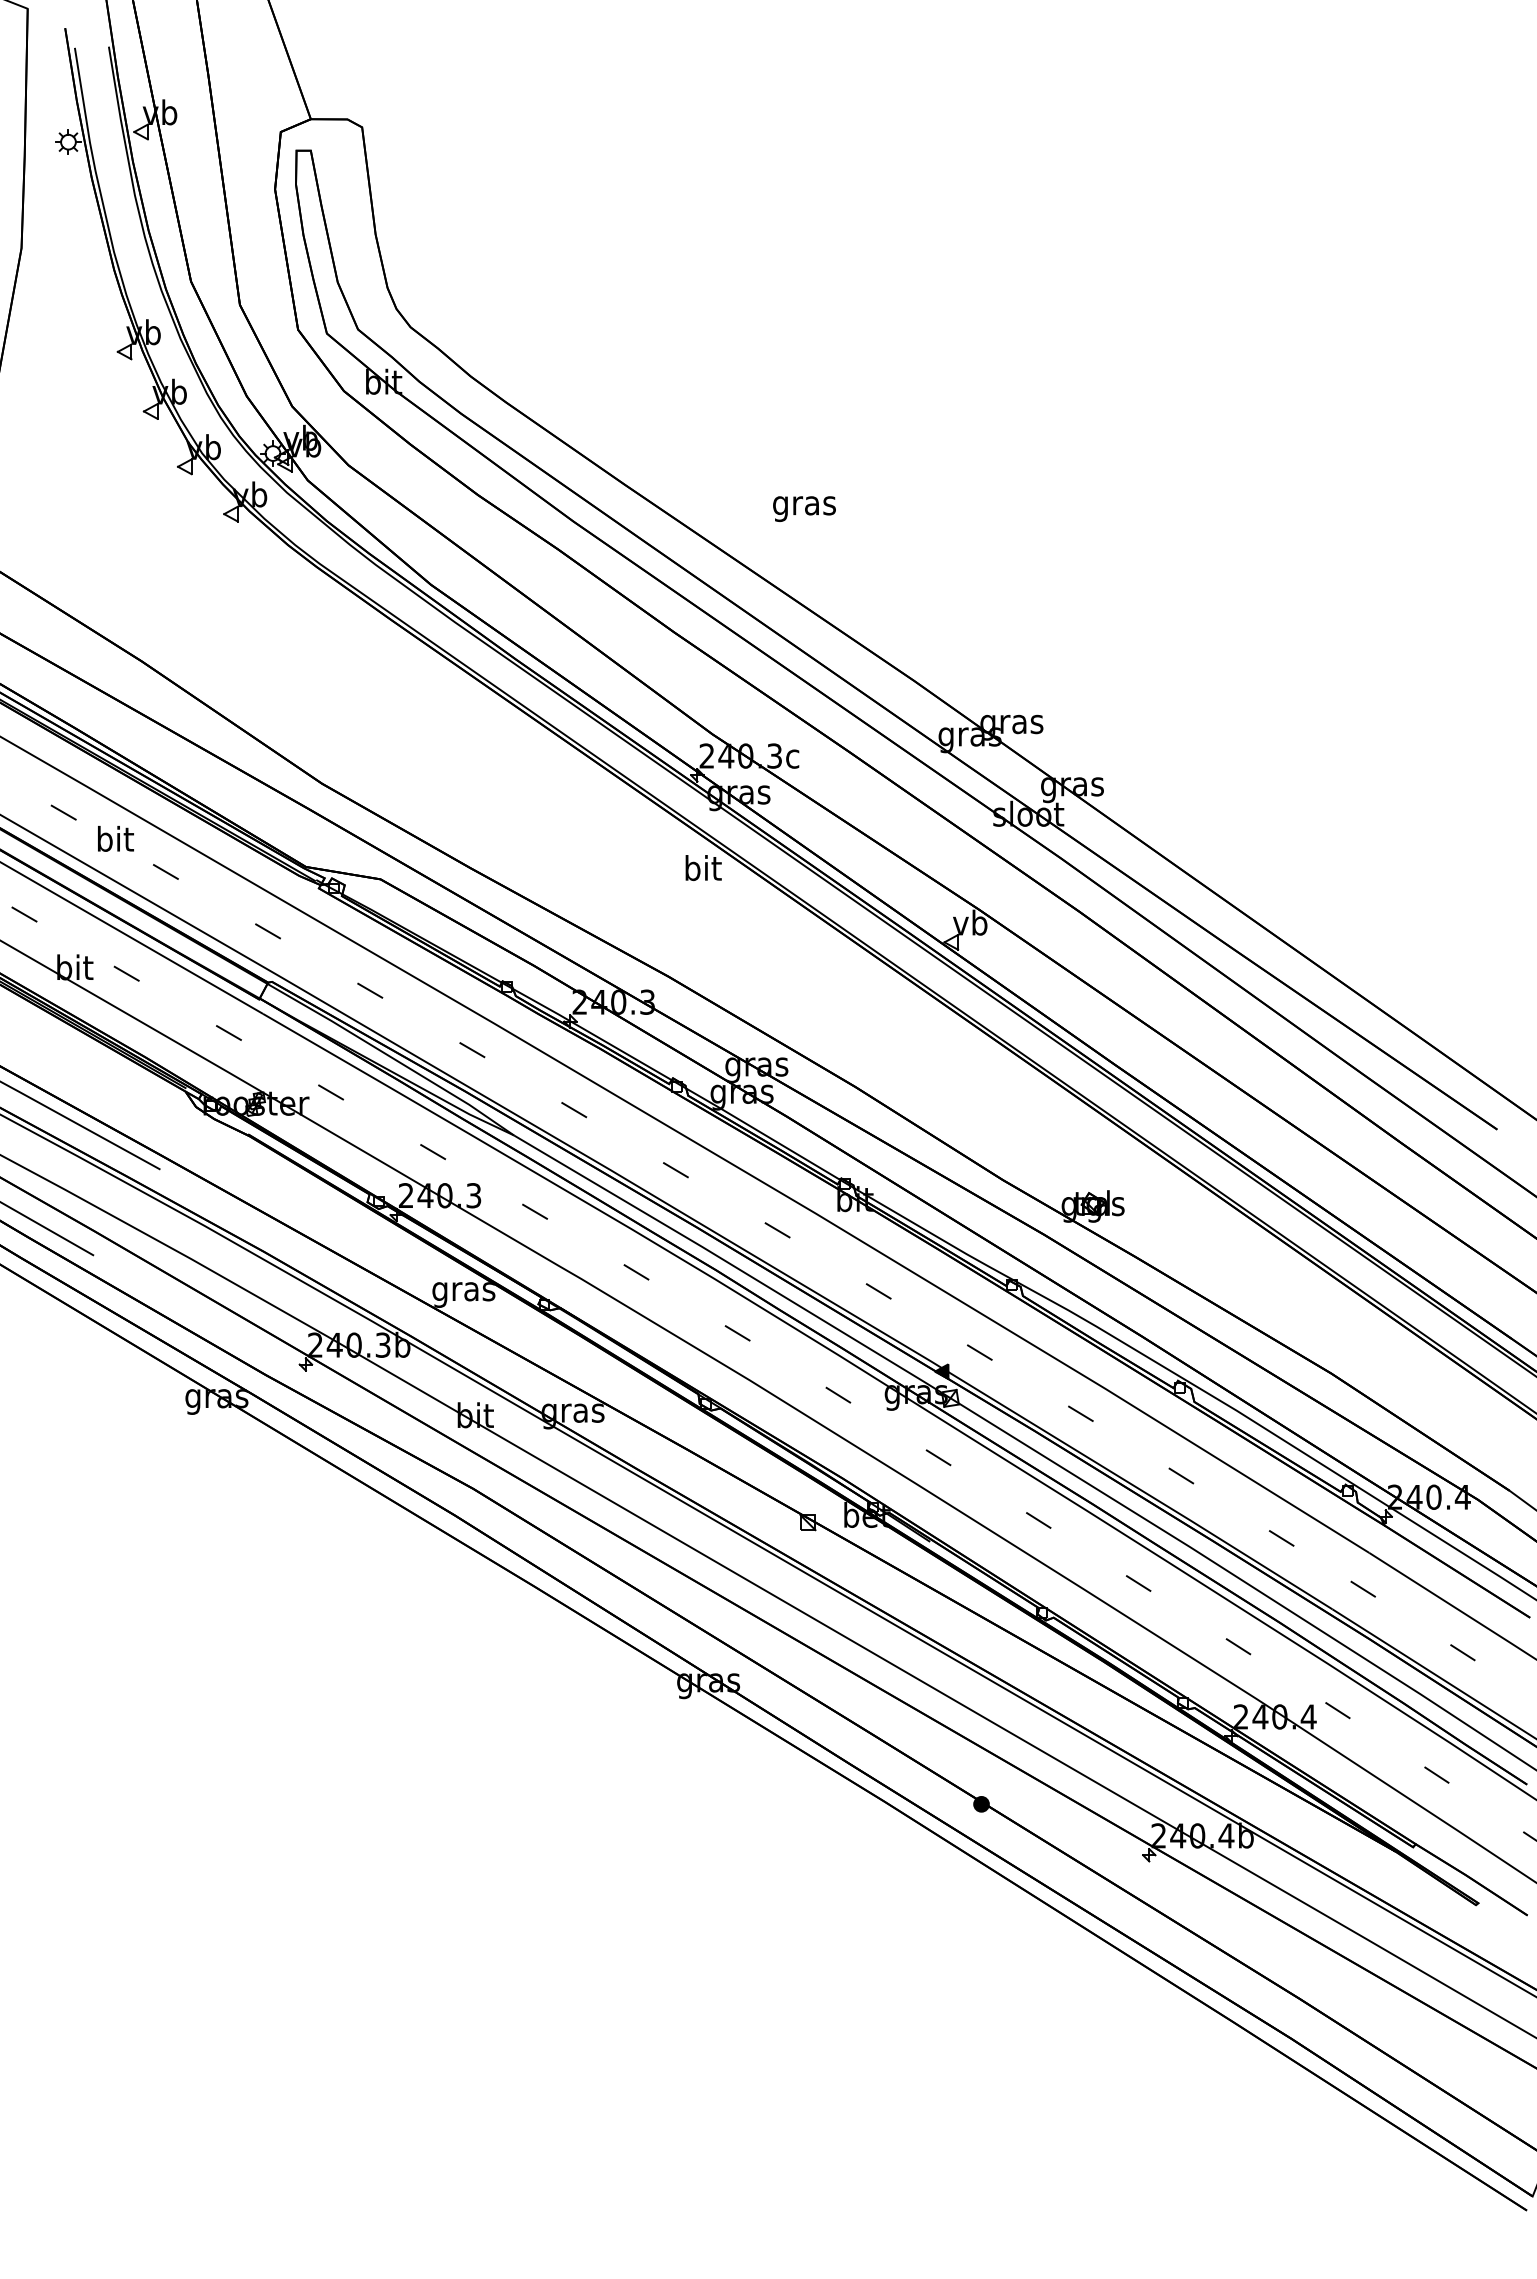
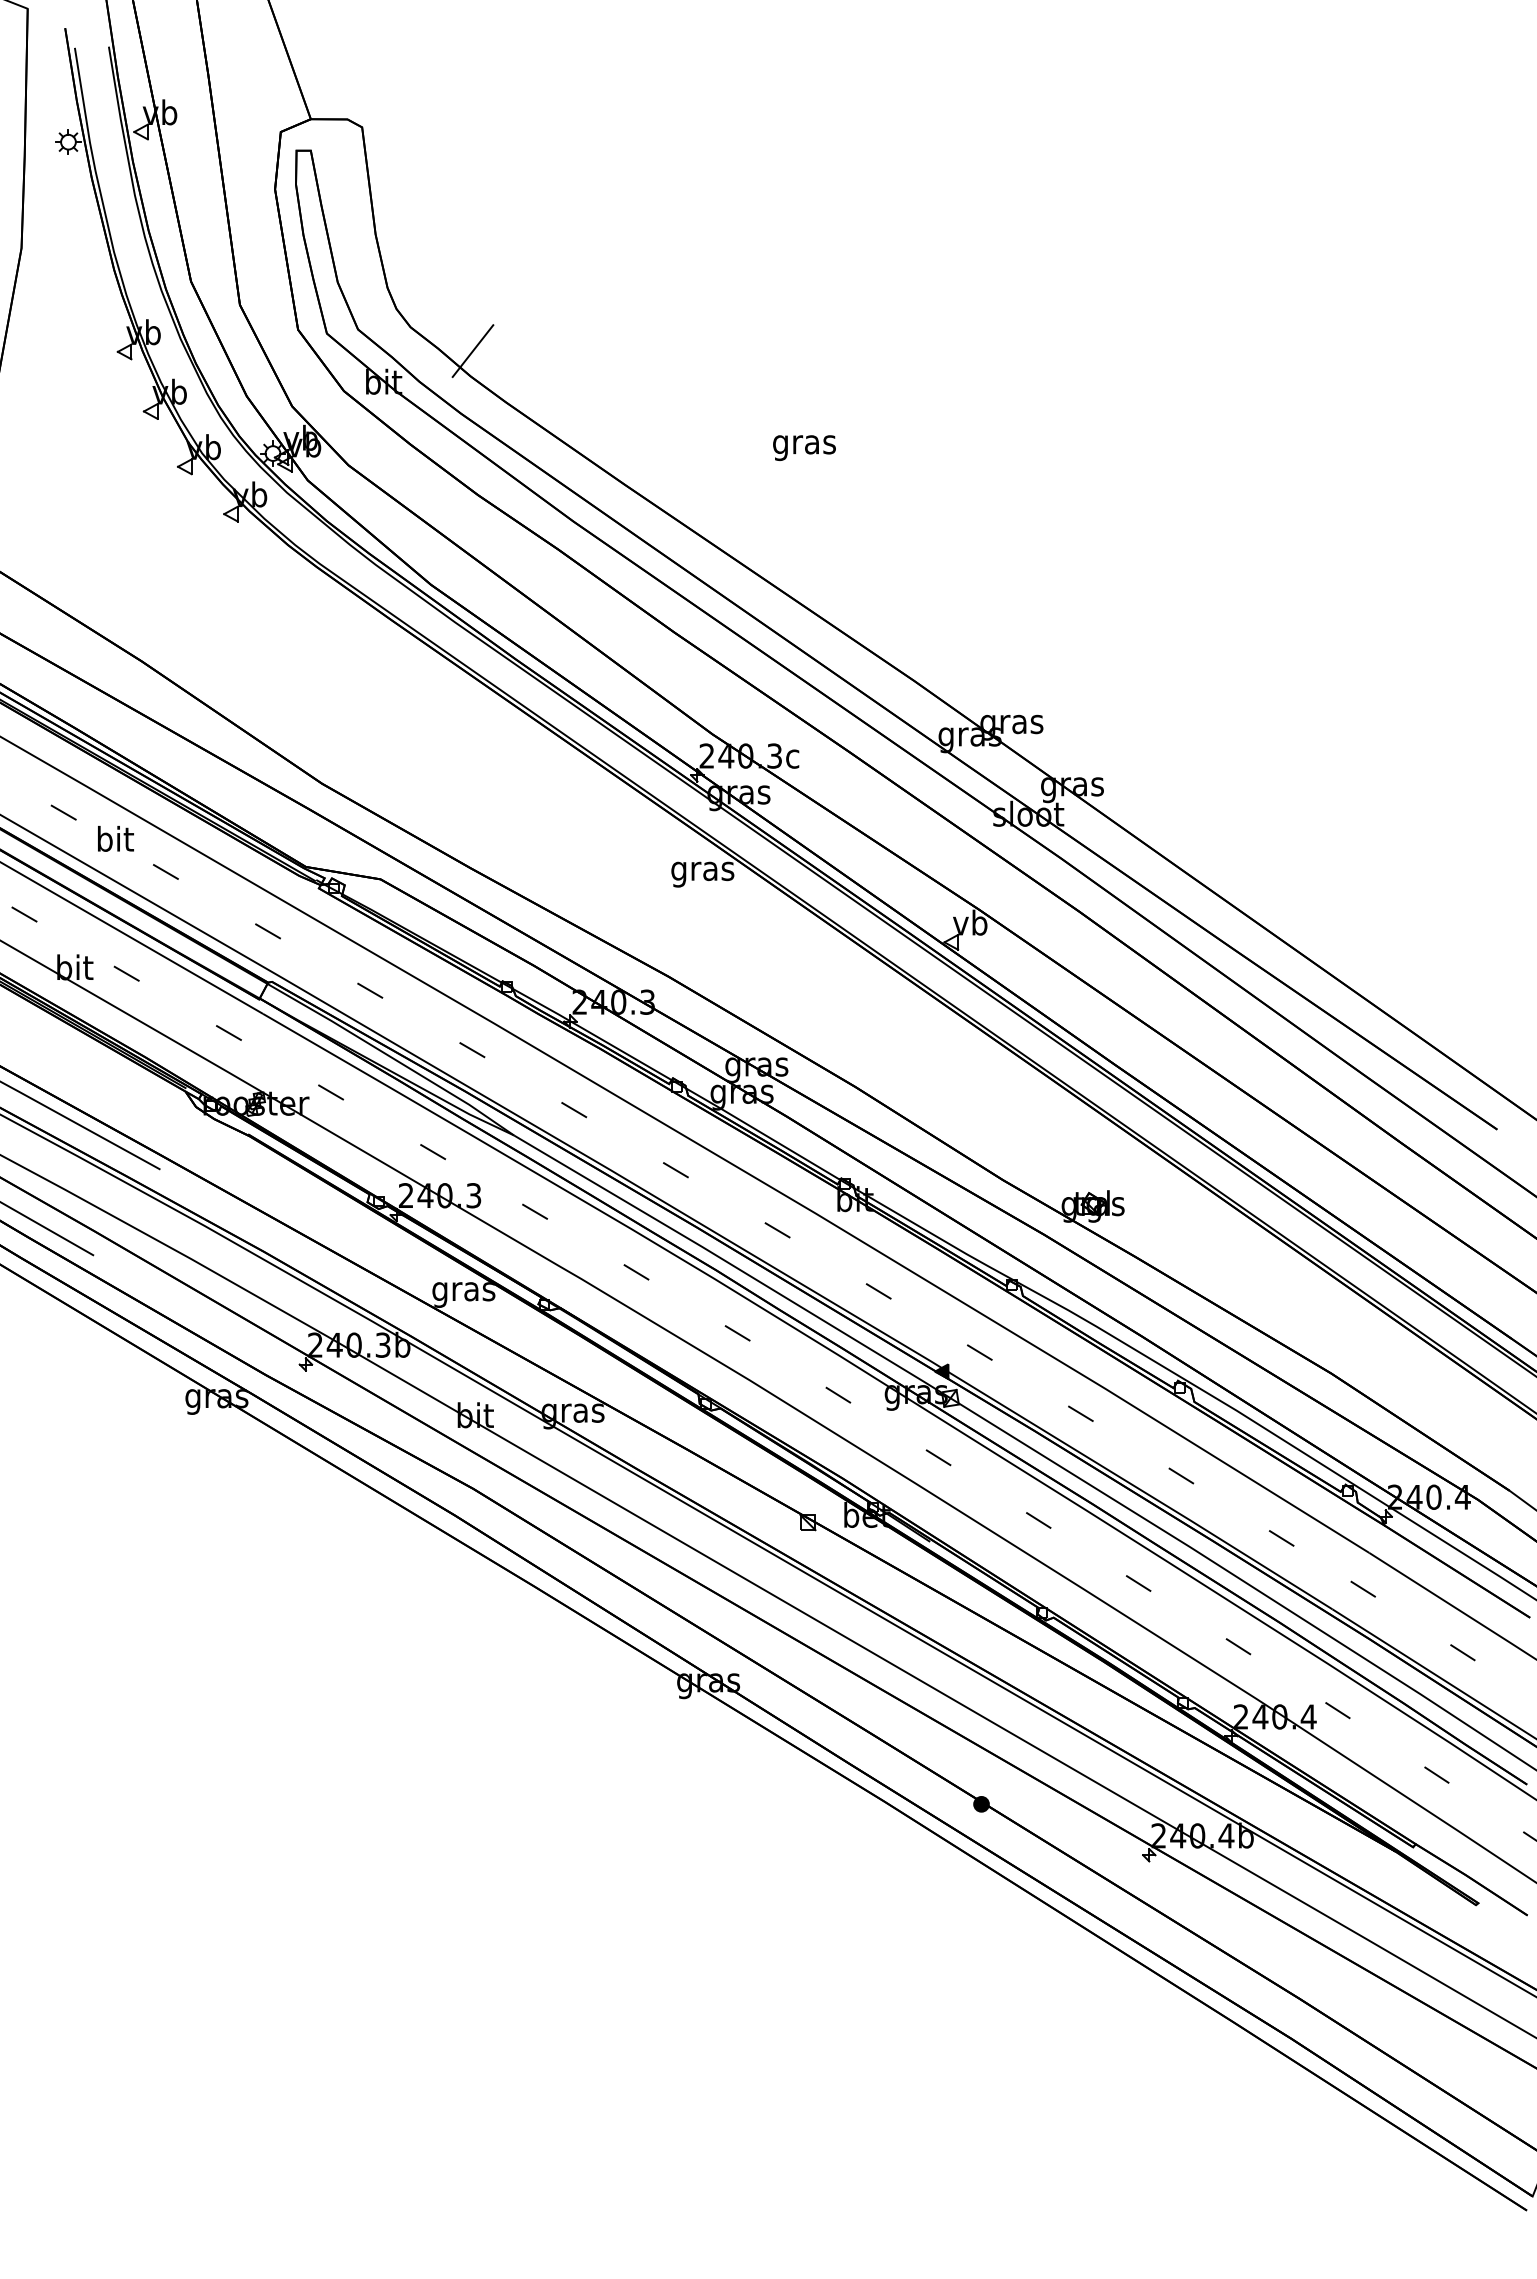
line at (472, 351): none -> present
text at (804, 508) position: (804, 508) -> (804, 447)
text at (702, 871): bit -> gras
